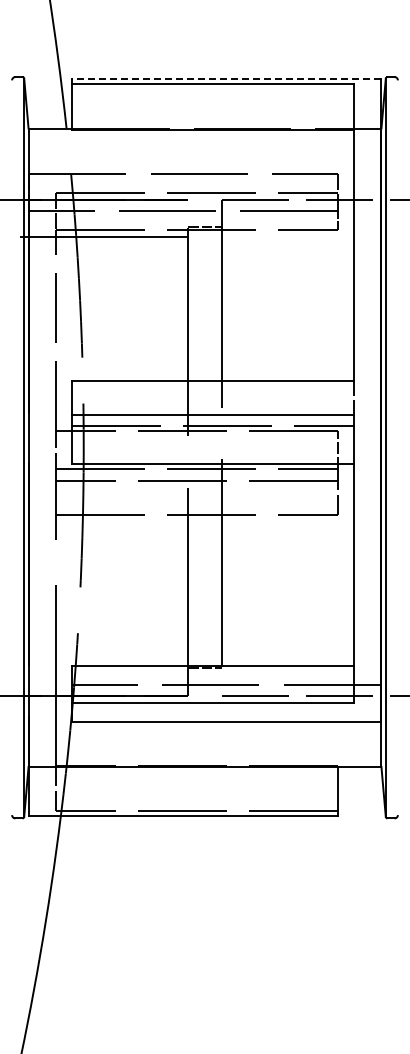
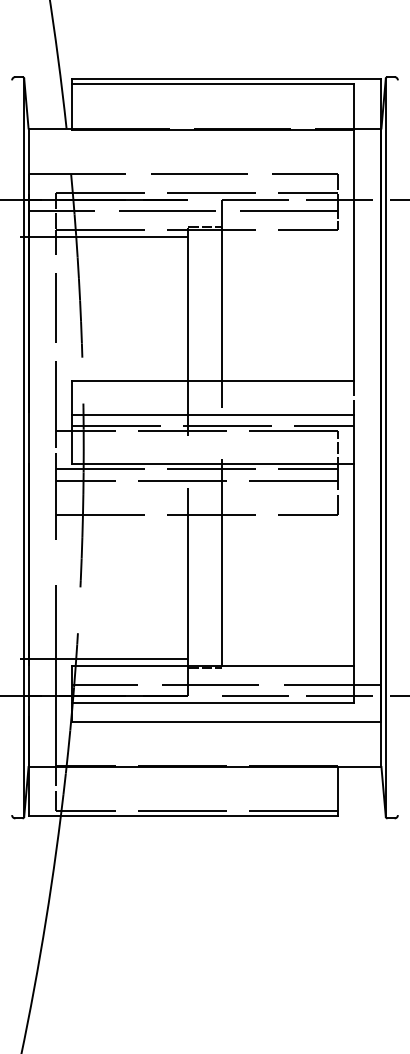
line at (226, 79): dashed -> solid
line at (95, 658): none -> present
